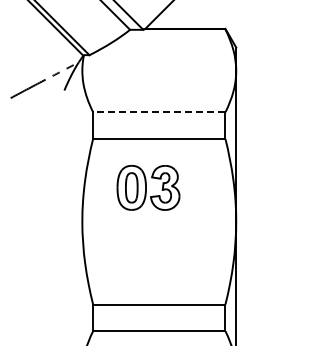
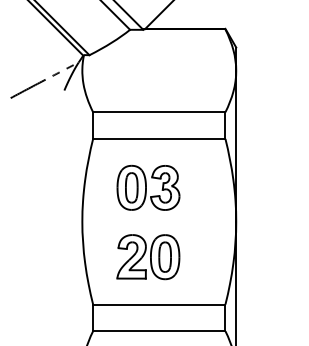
line at (158, 112): dashed -> solid
part at (148, 257): none -> present
